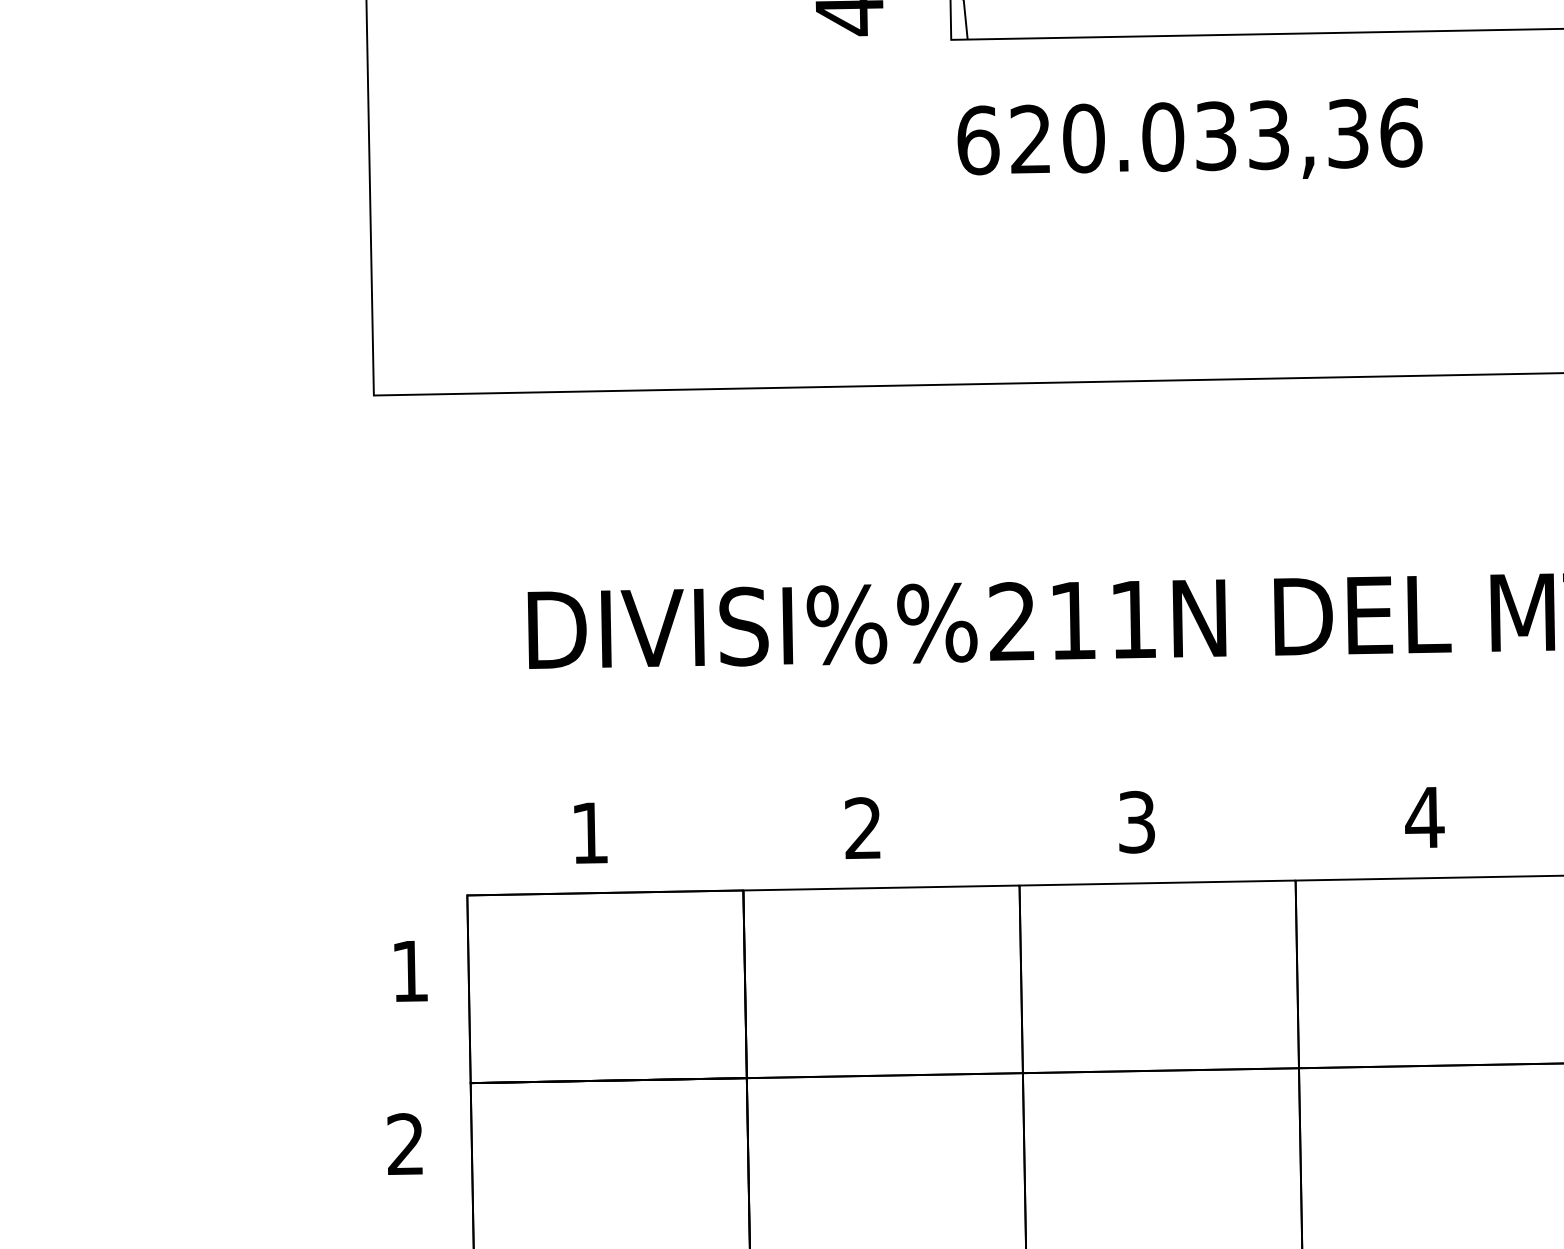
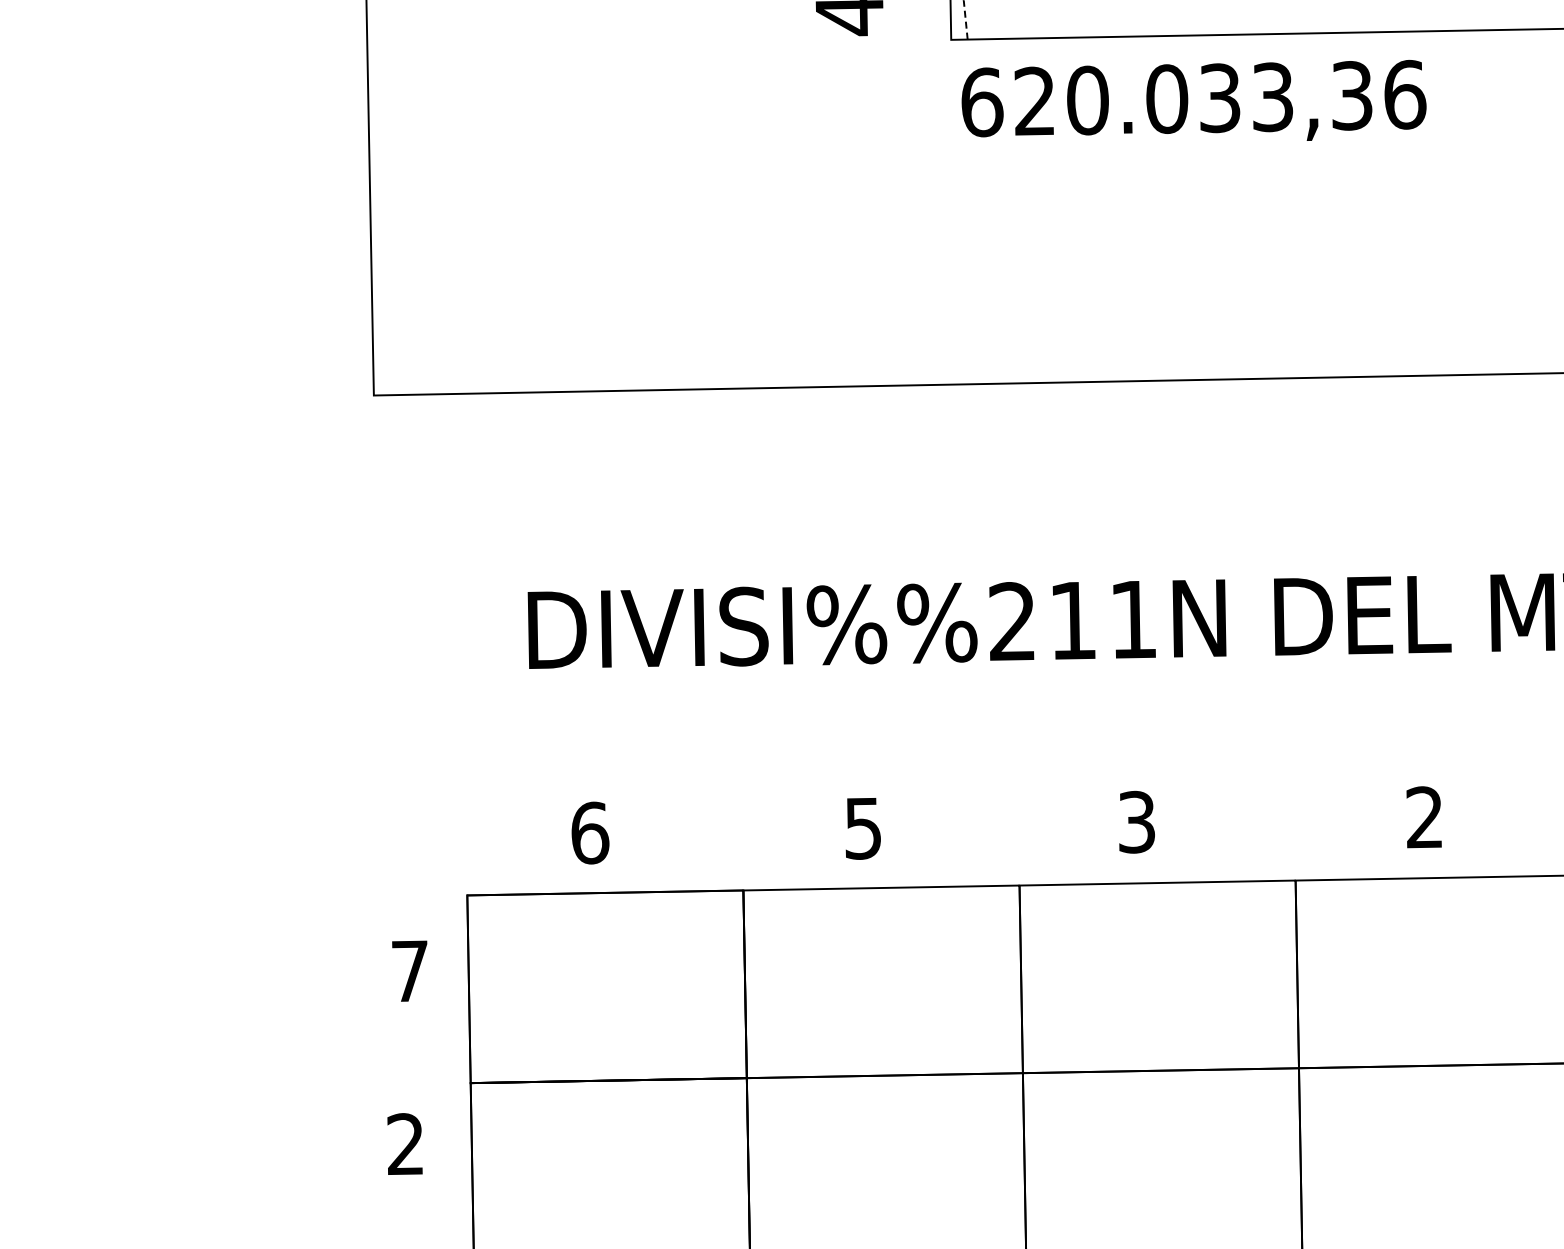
line at (965, 19): solid -> dashed
text at (1189, 138) position: (1189, 138) -> (1193, 100)
text at (1424, 817): 4 -> 2
text at (862, 828): 2 -> 5
text at (590, 832): 1 -> 6
text at (409, 970): 1 -> 7
